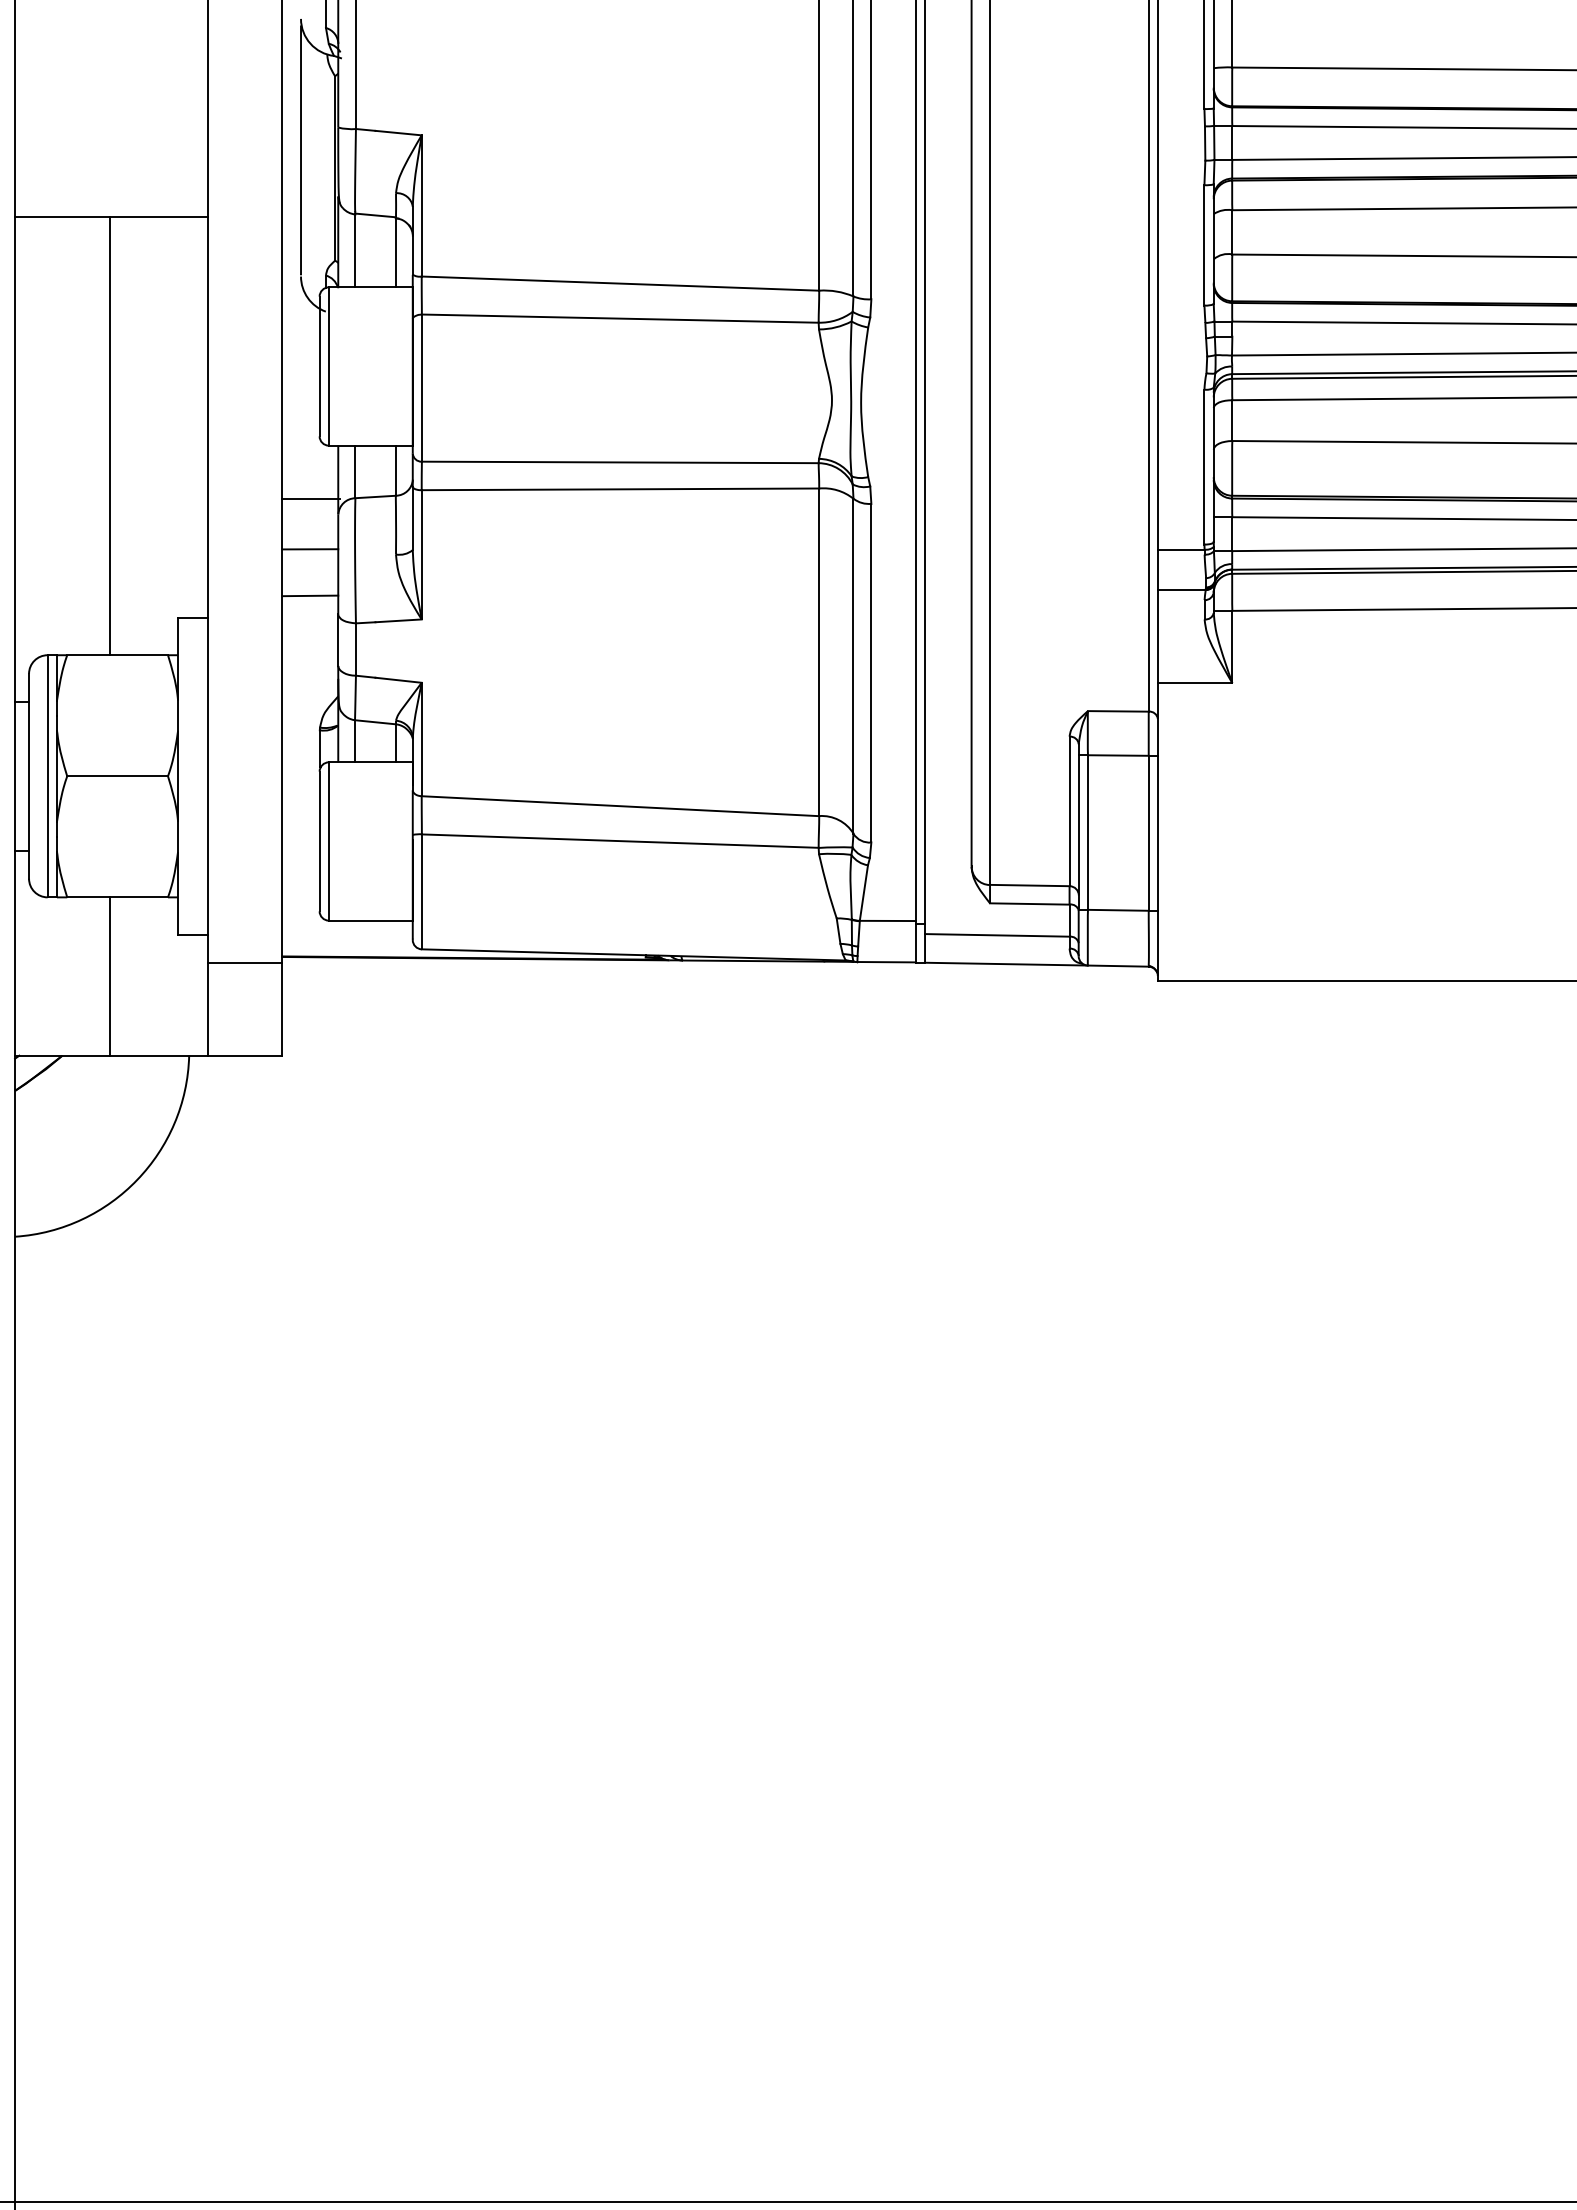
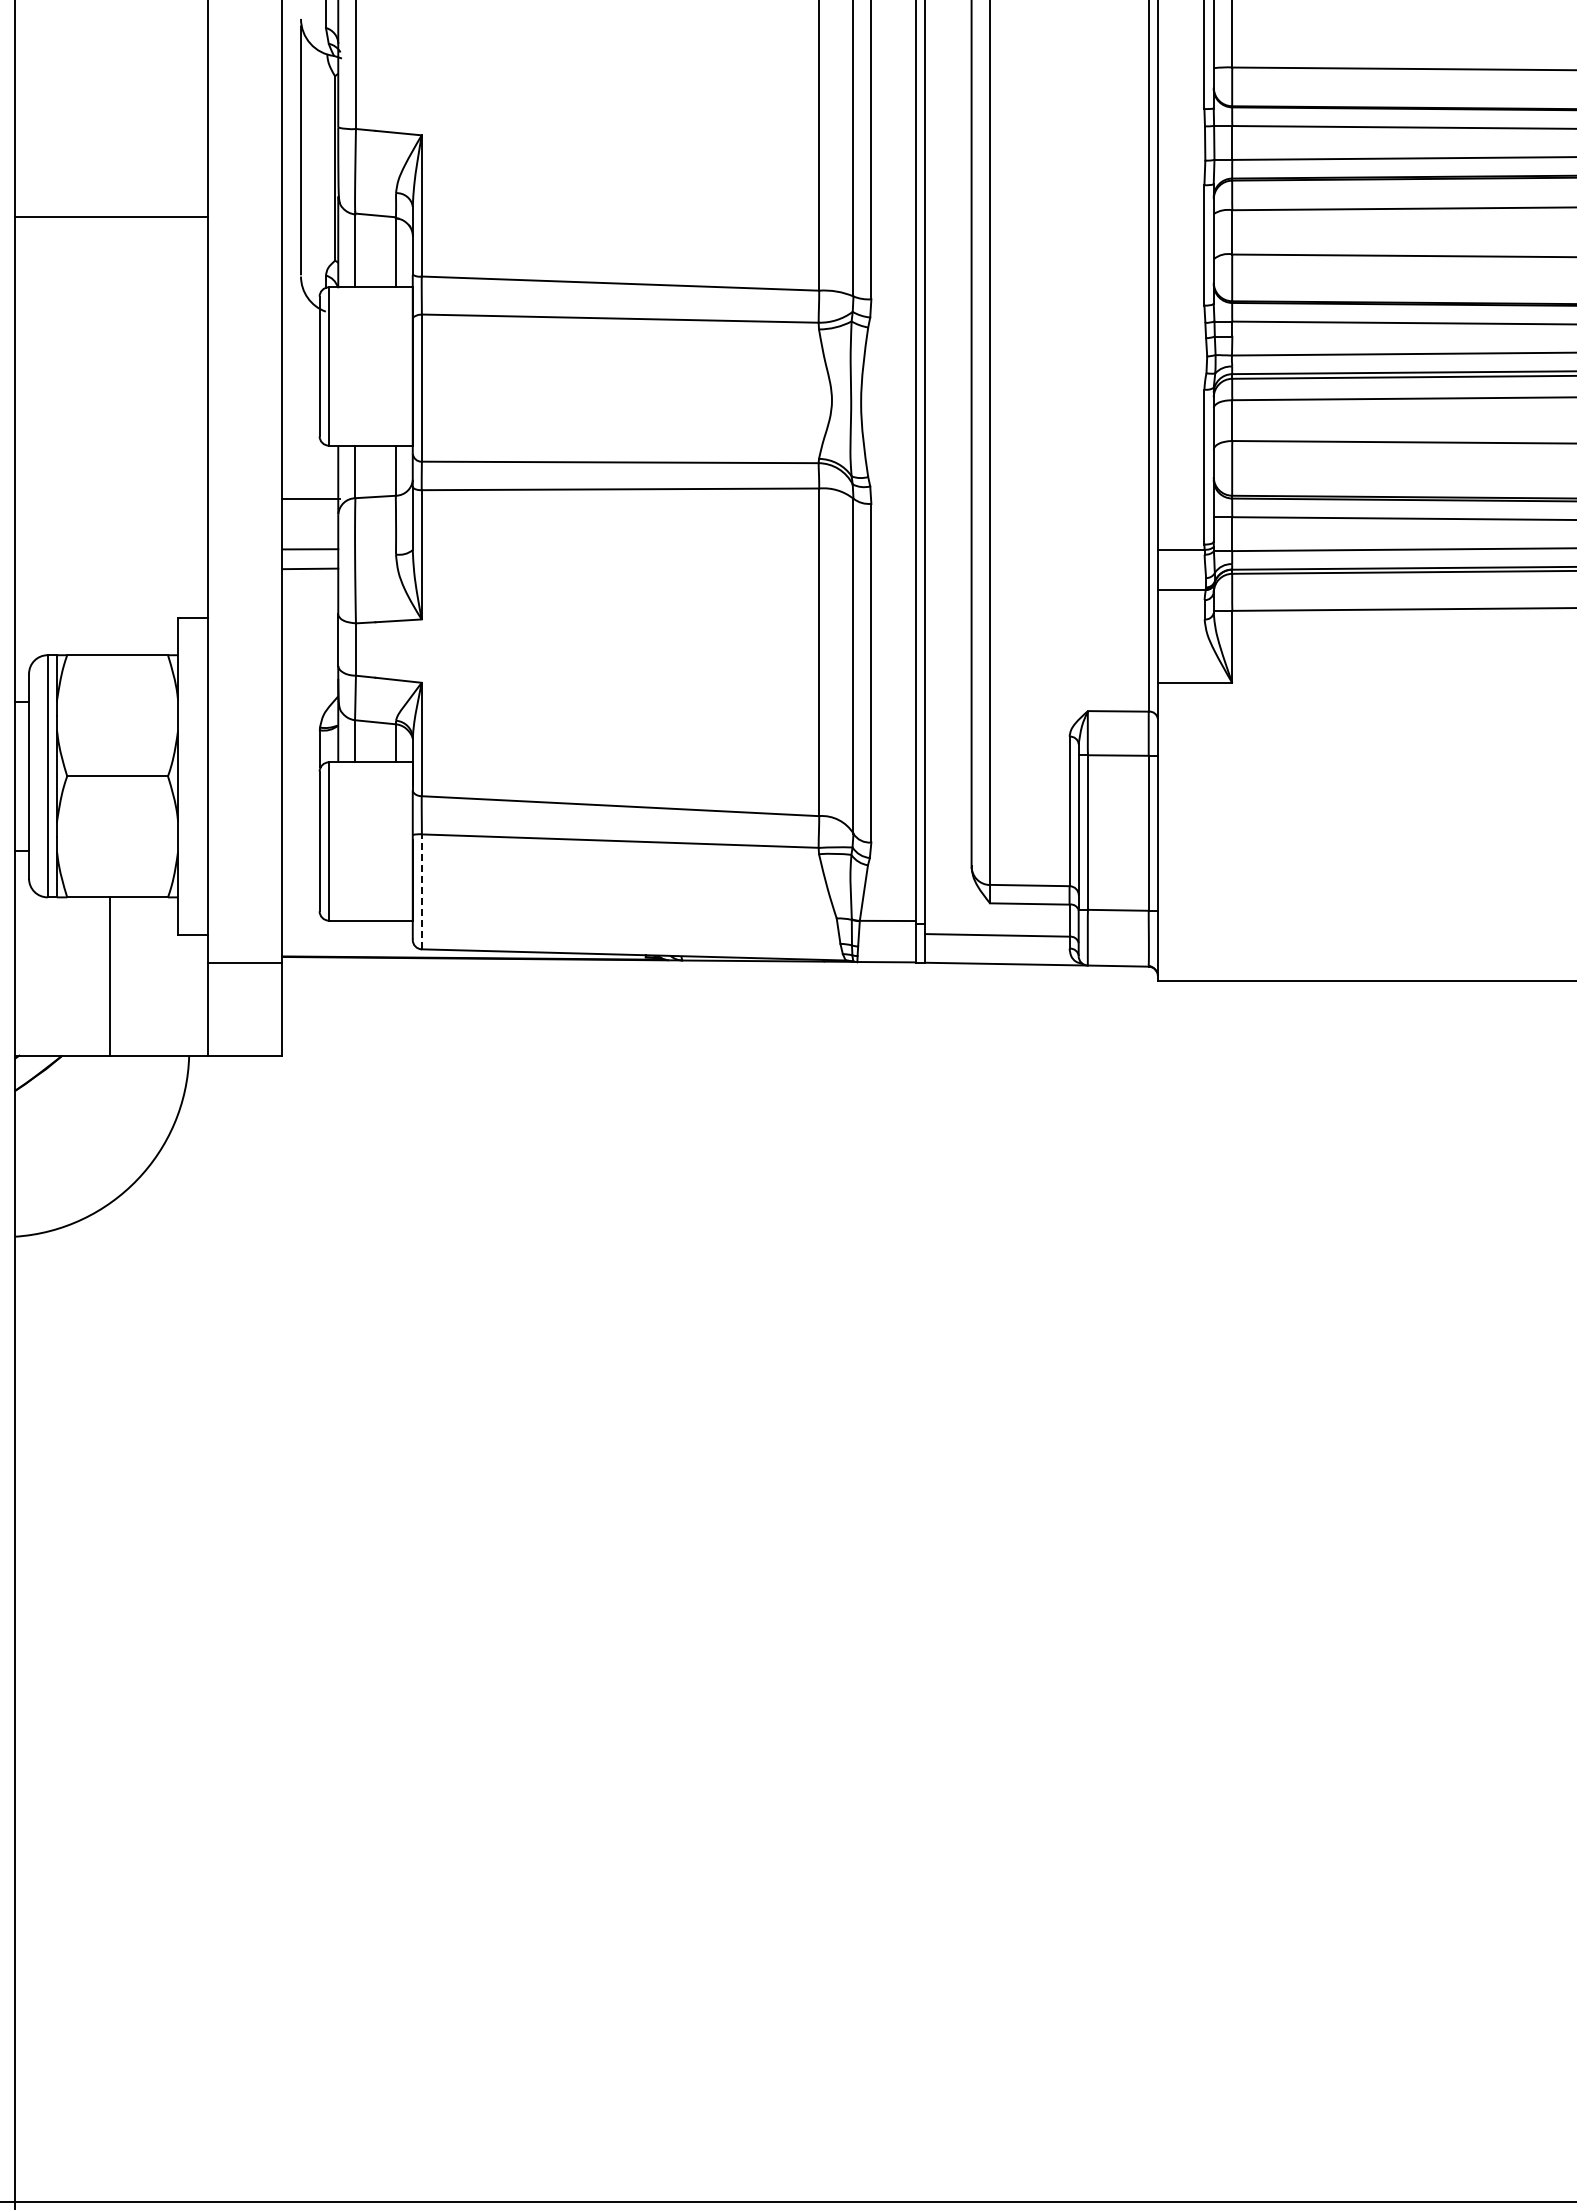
line at (110, 436): present -> none
line at (310, 595) position: (310, 595) -> (310, 568)
line at (421, 891): solid -> dashed
